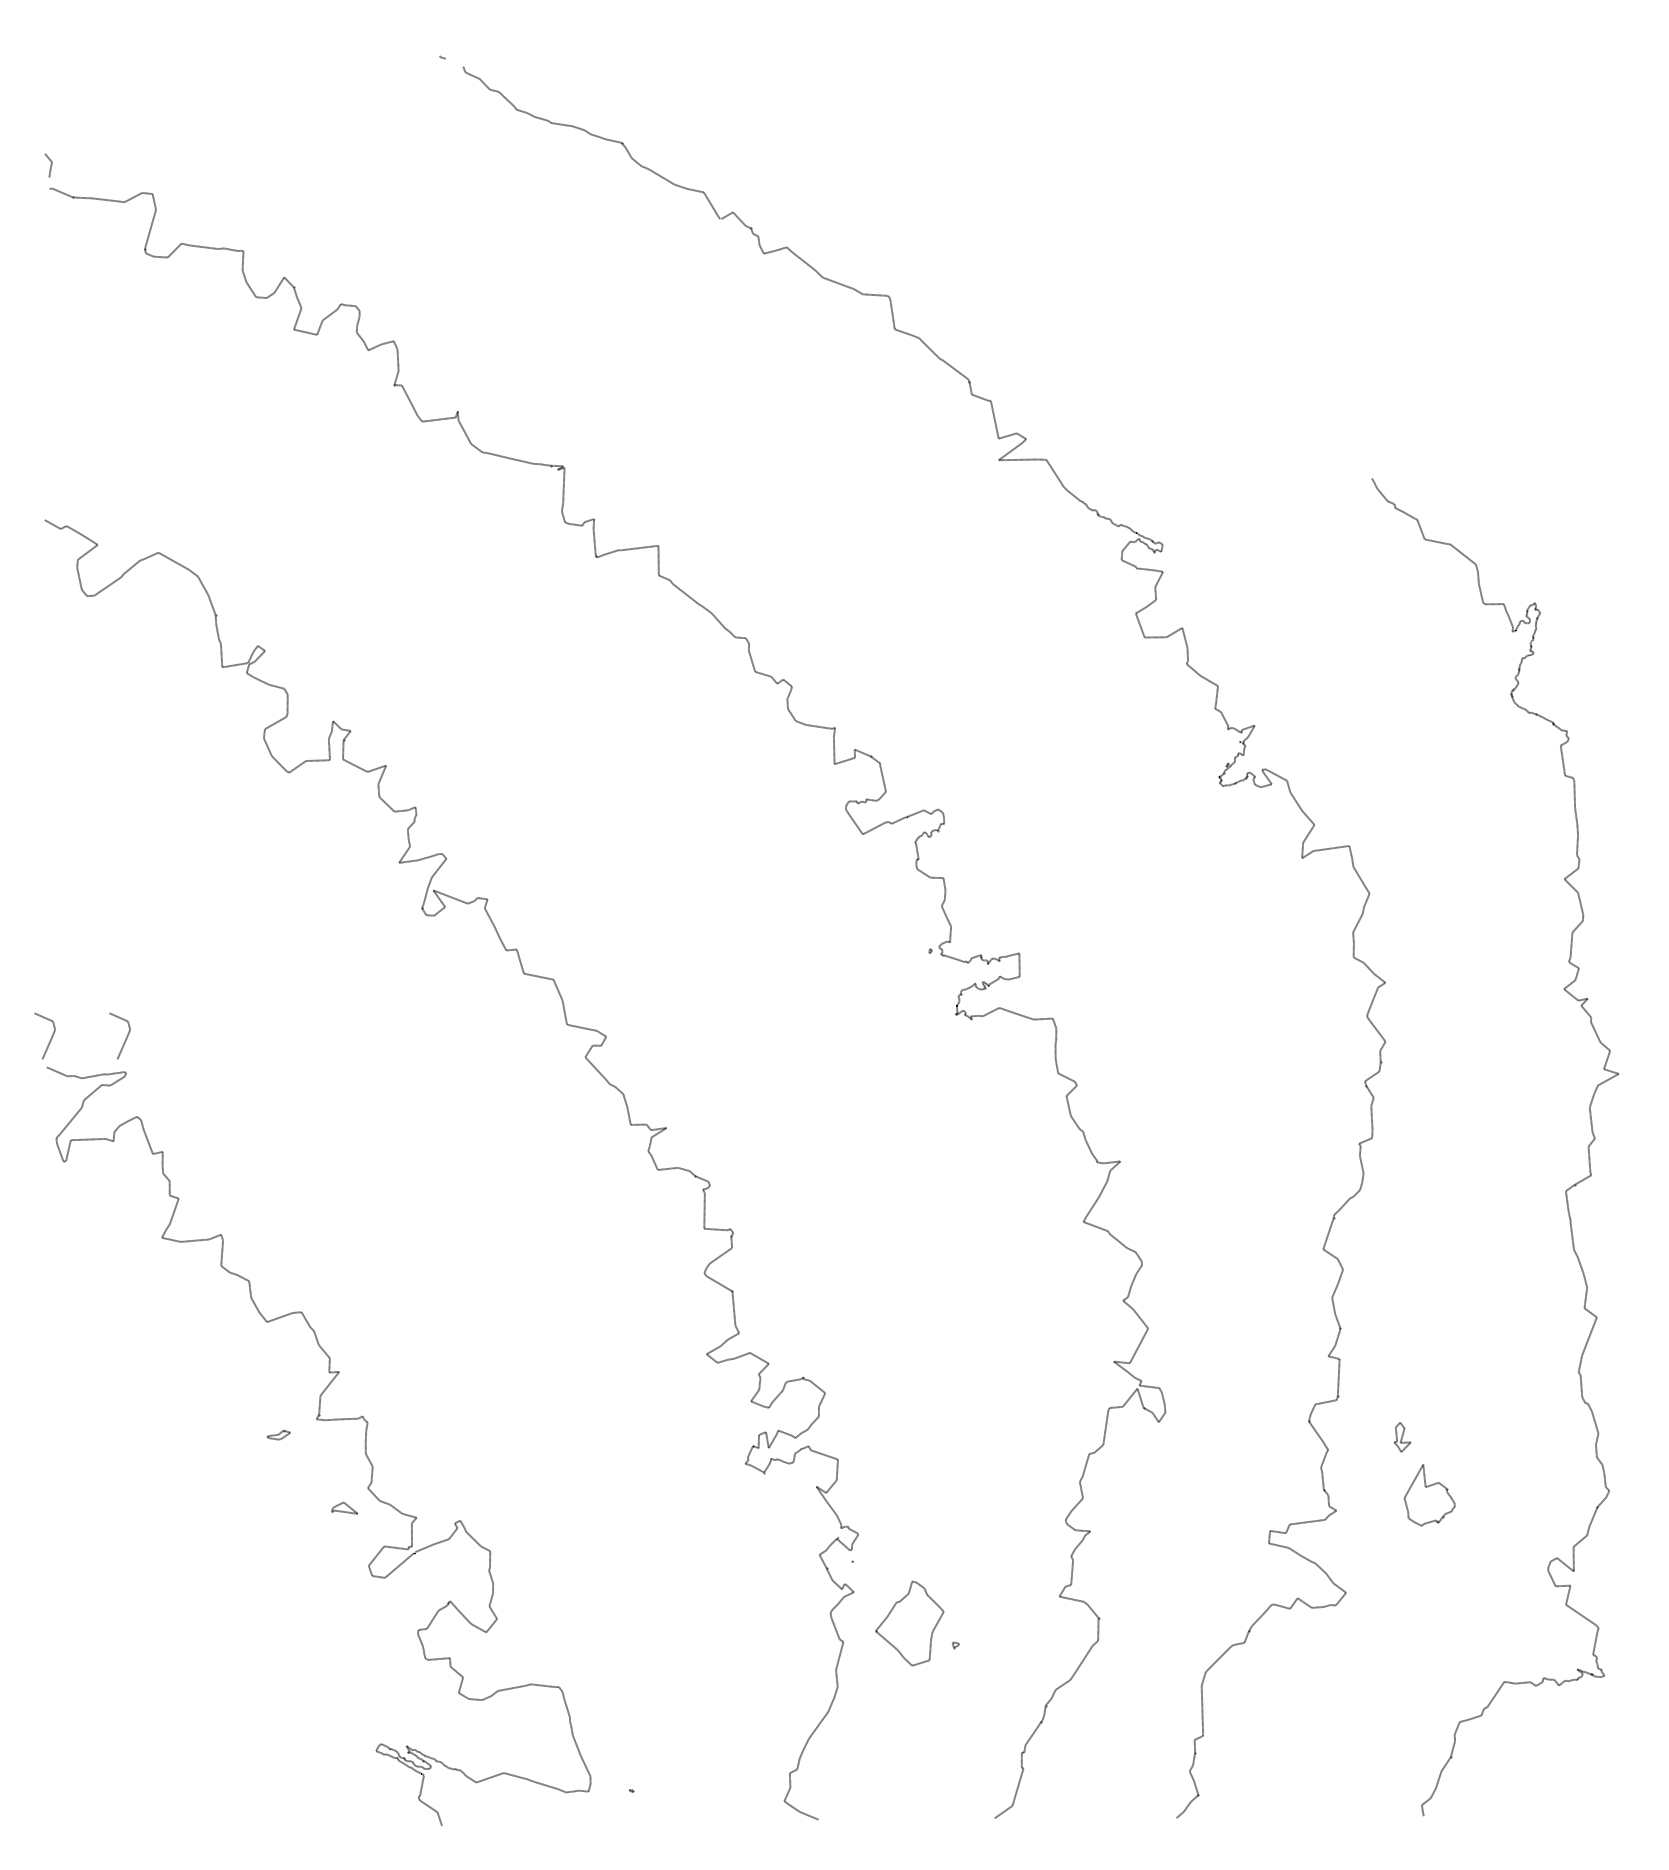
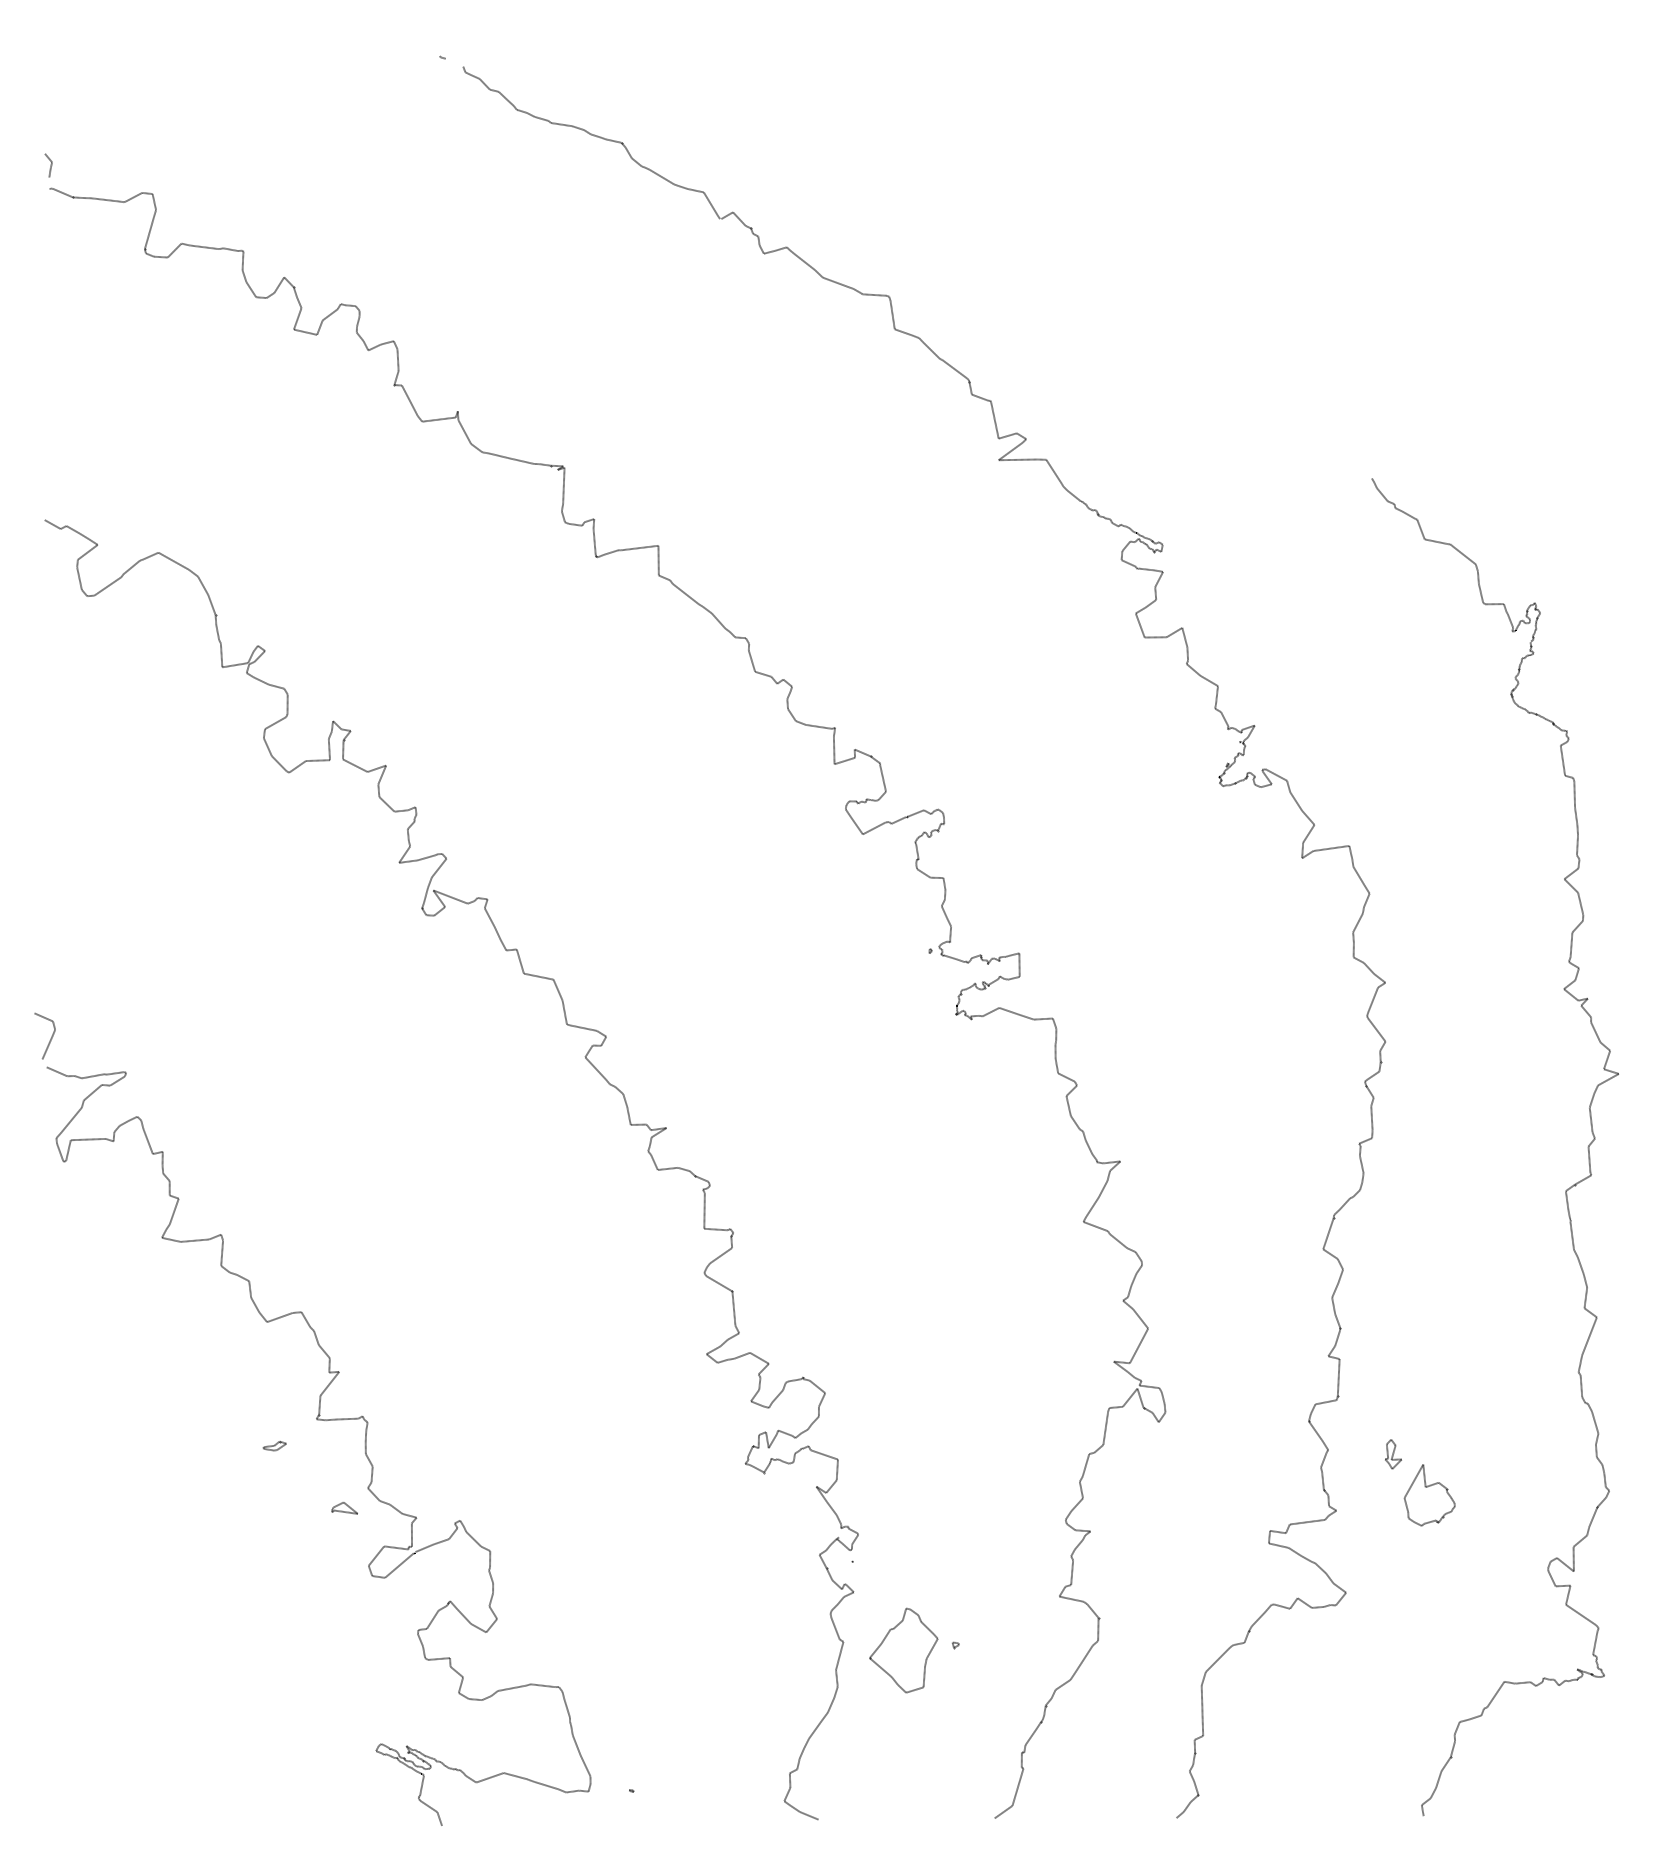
curve at (125, 1038): present -> none
part at (278, 1435) position: (278, 1435) -> (274, 1446)
part at (1402, 1437) position: (1402, 1437) -> (1393, 1454)
part at (909, 1623) position: (909, 1623) -> (903, 1650)
